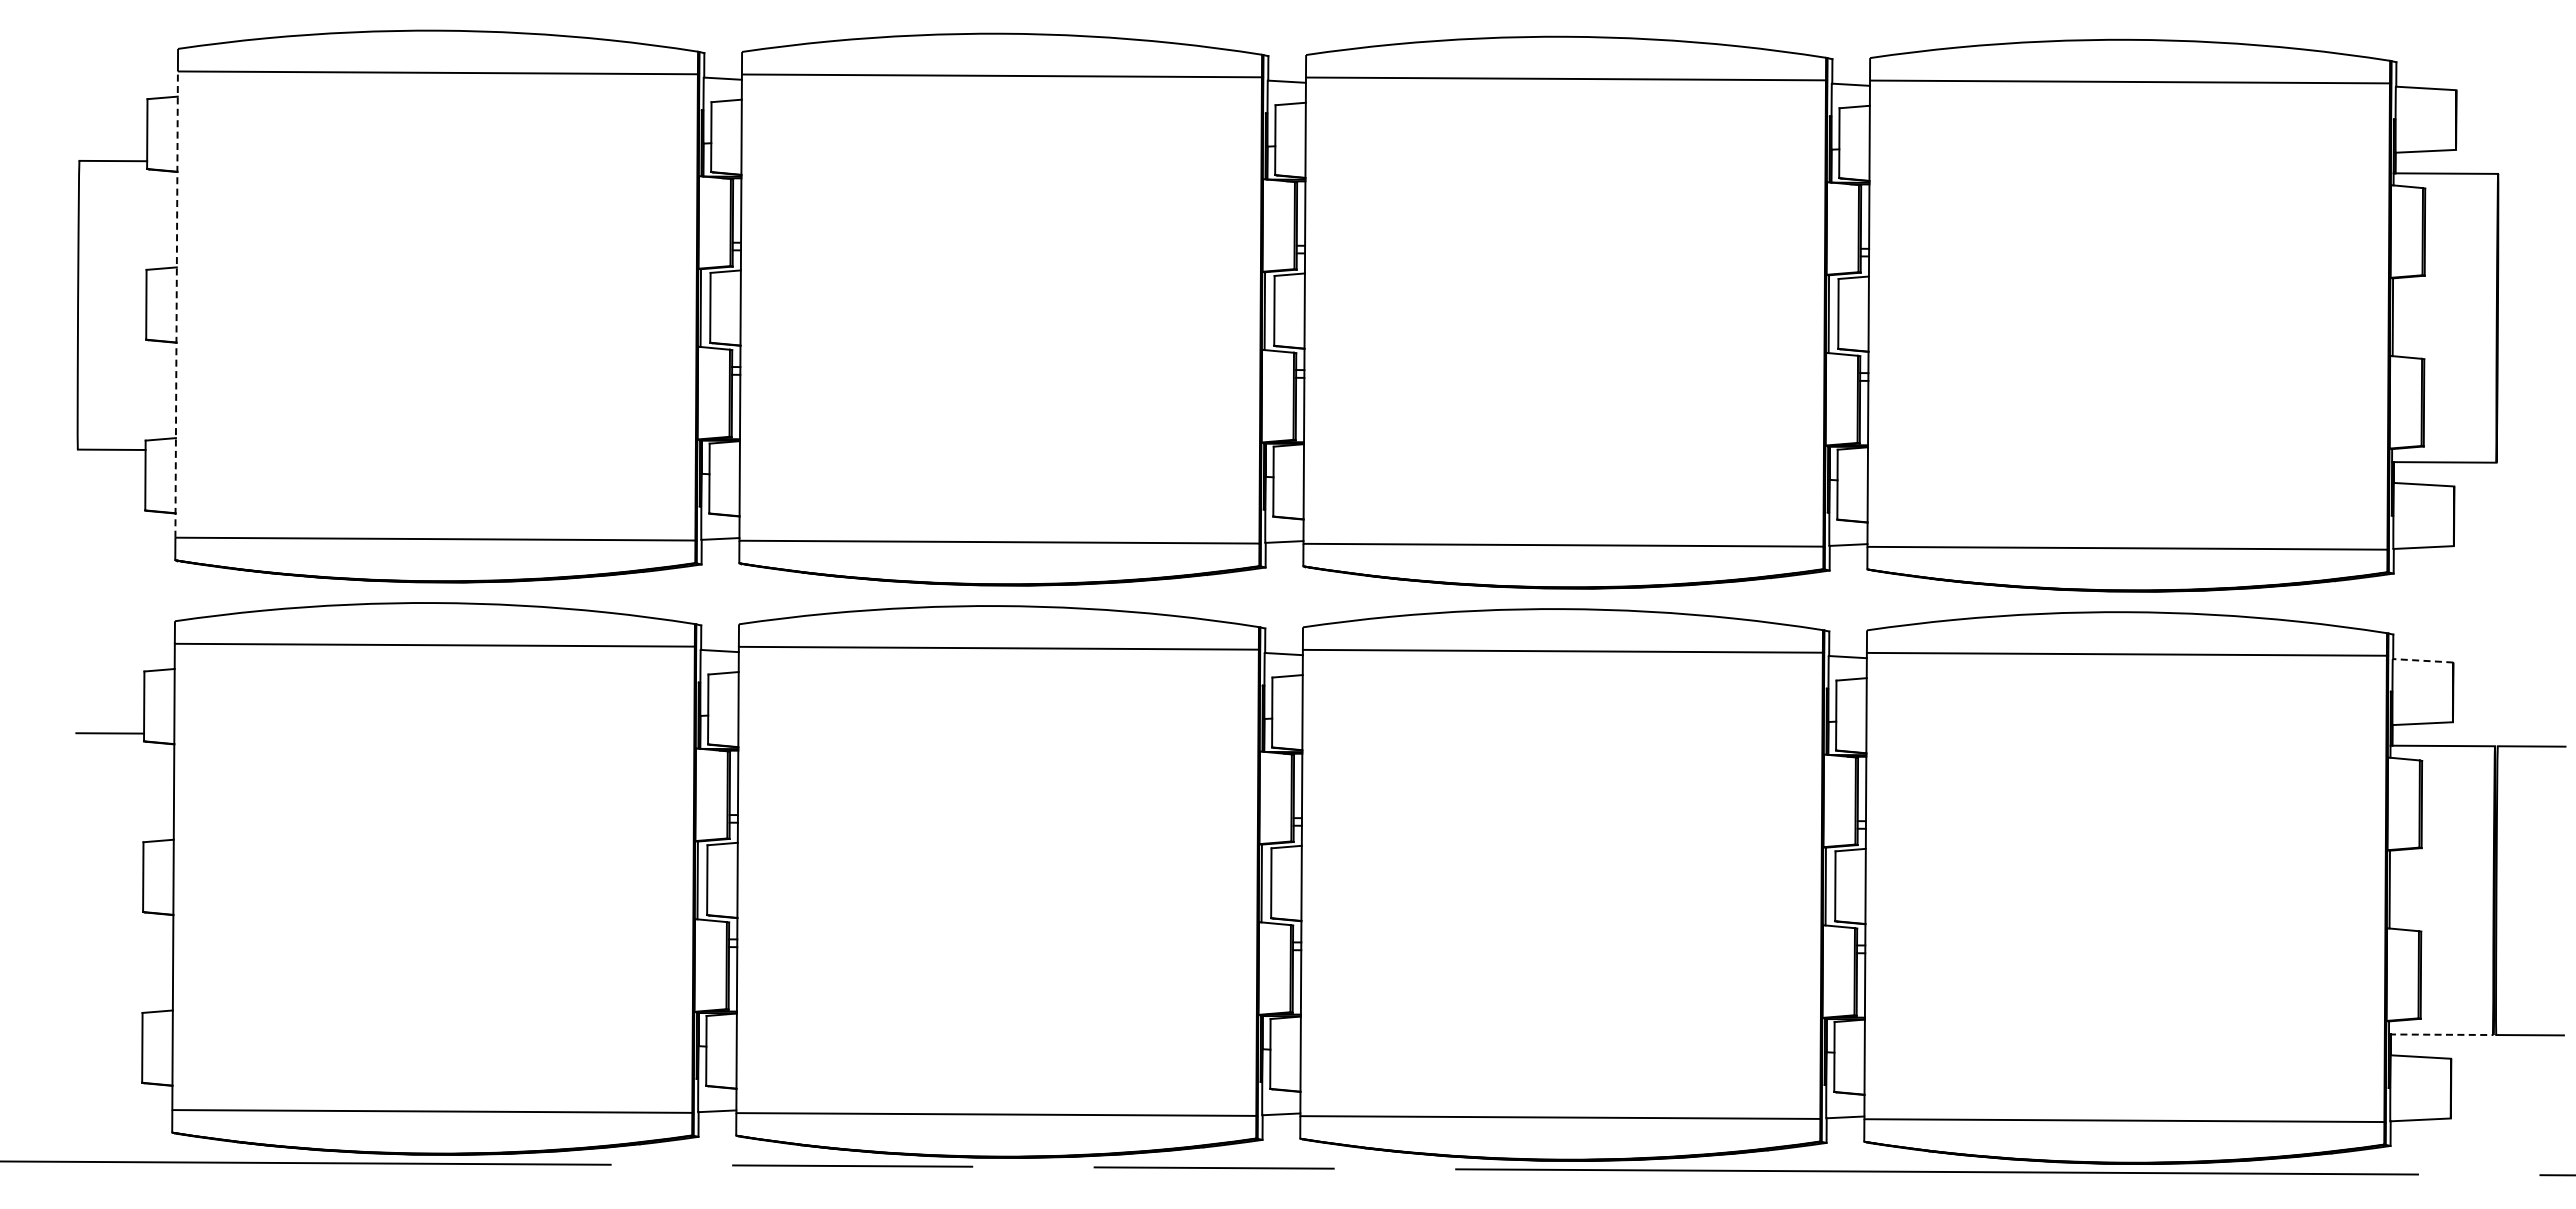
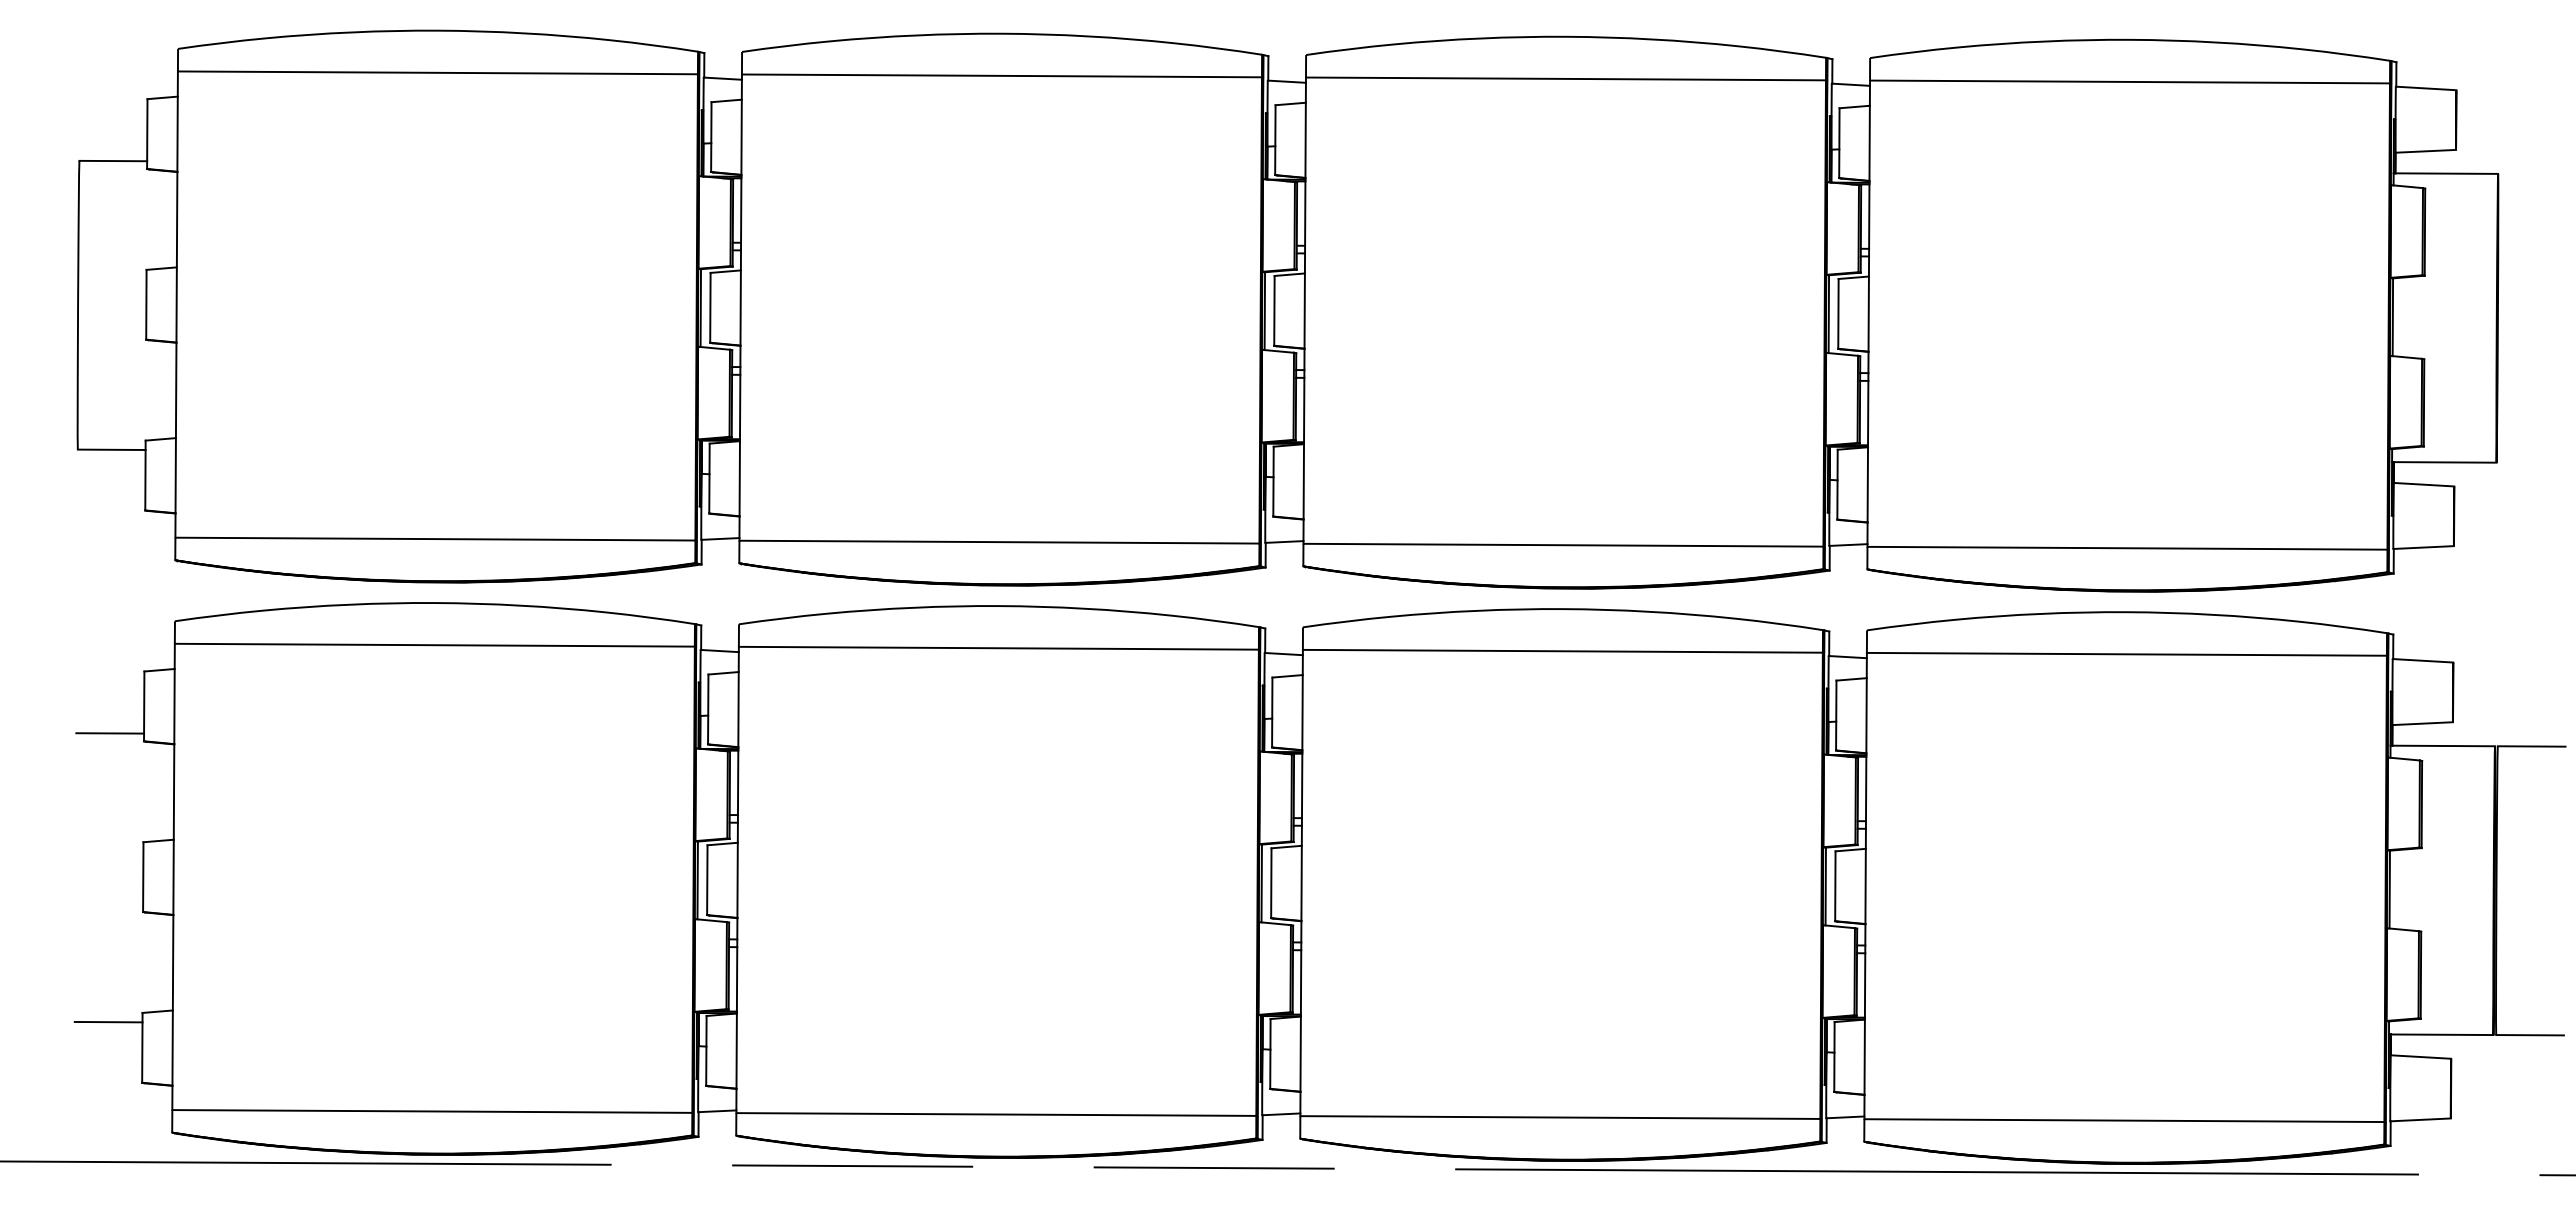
line at (176, 304): dashed -> solid
line at (2422, 660): dashed -> solid
line at (108, 1021): none -> present
line at (2441, 1034): dashed -> solid
